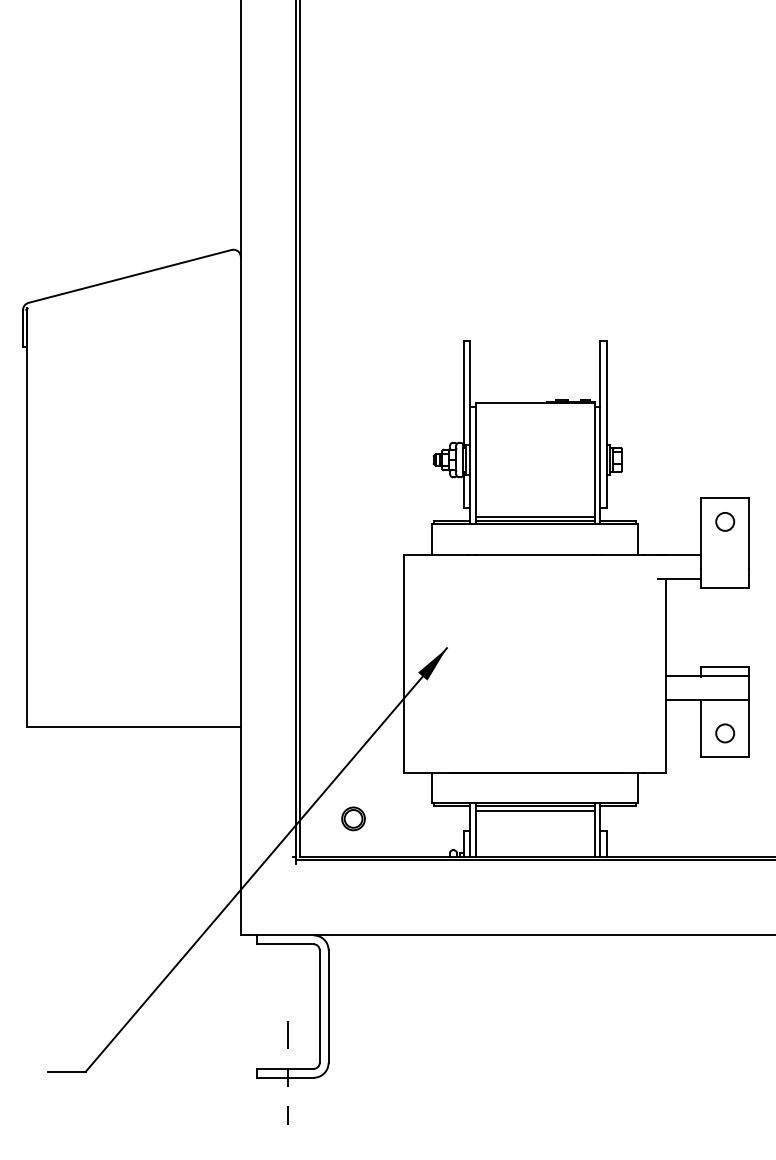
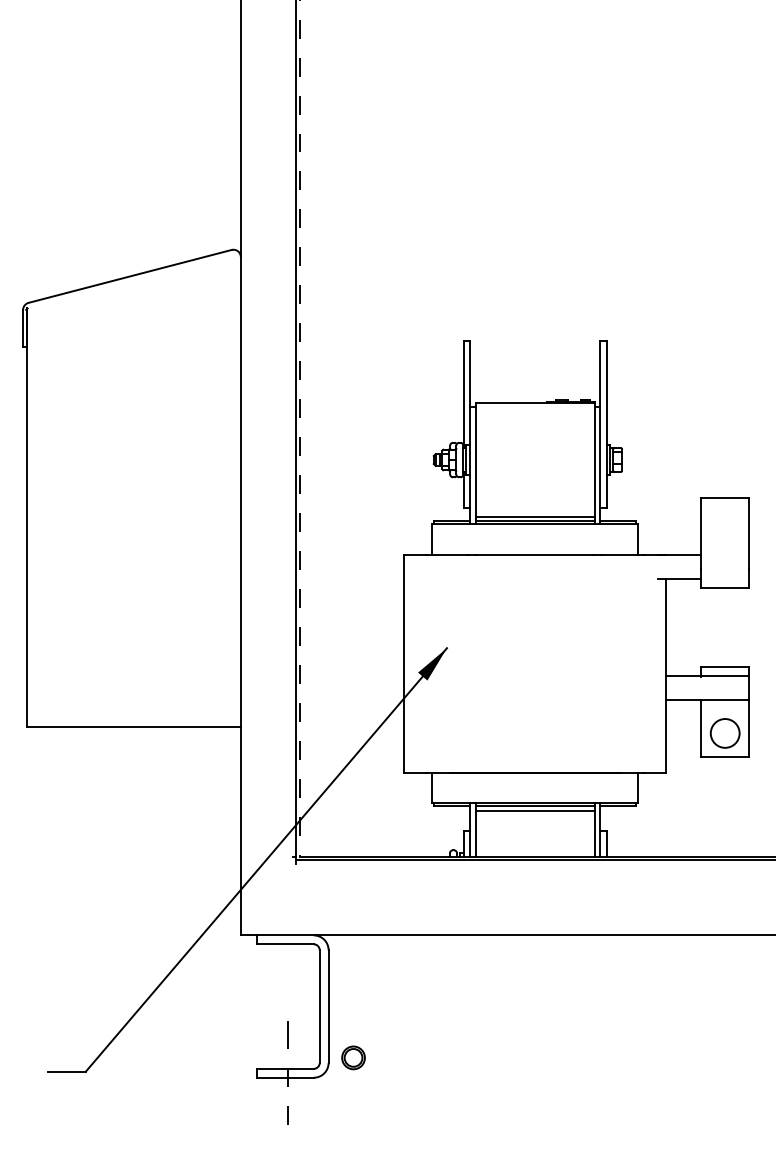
line at (300, 428): solid -> dashed
circle at (725, 521): present -> none
circle at (725, 733) diameter: 18 px -> 29 px
part at (353, 818) position: (353, 818) -> (353, 1057)
